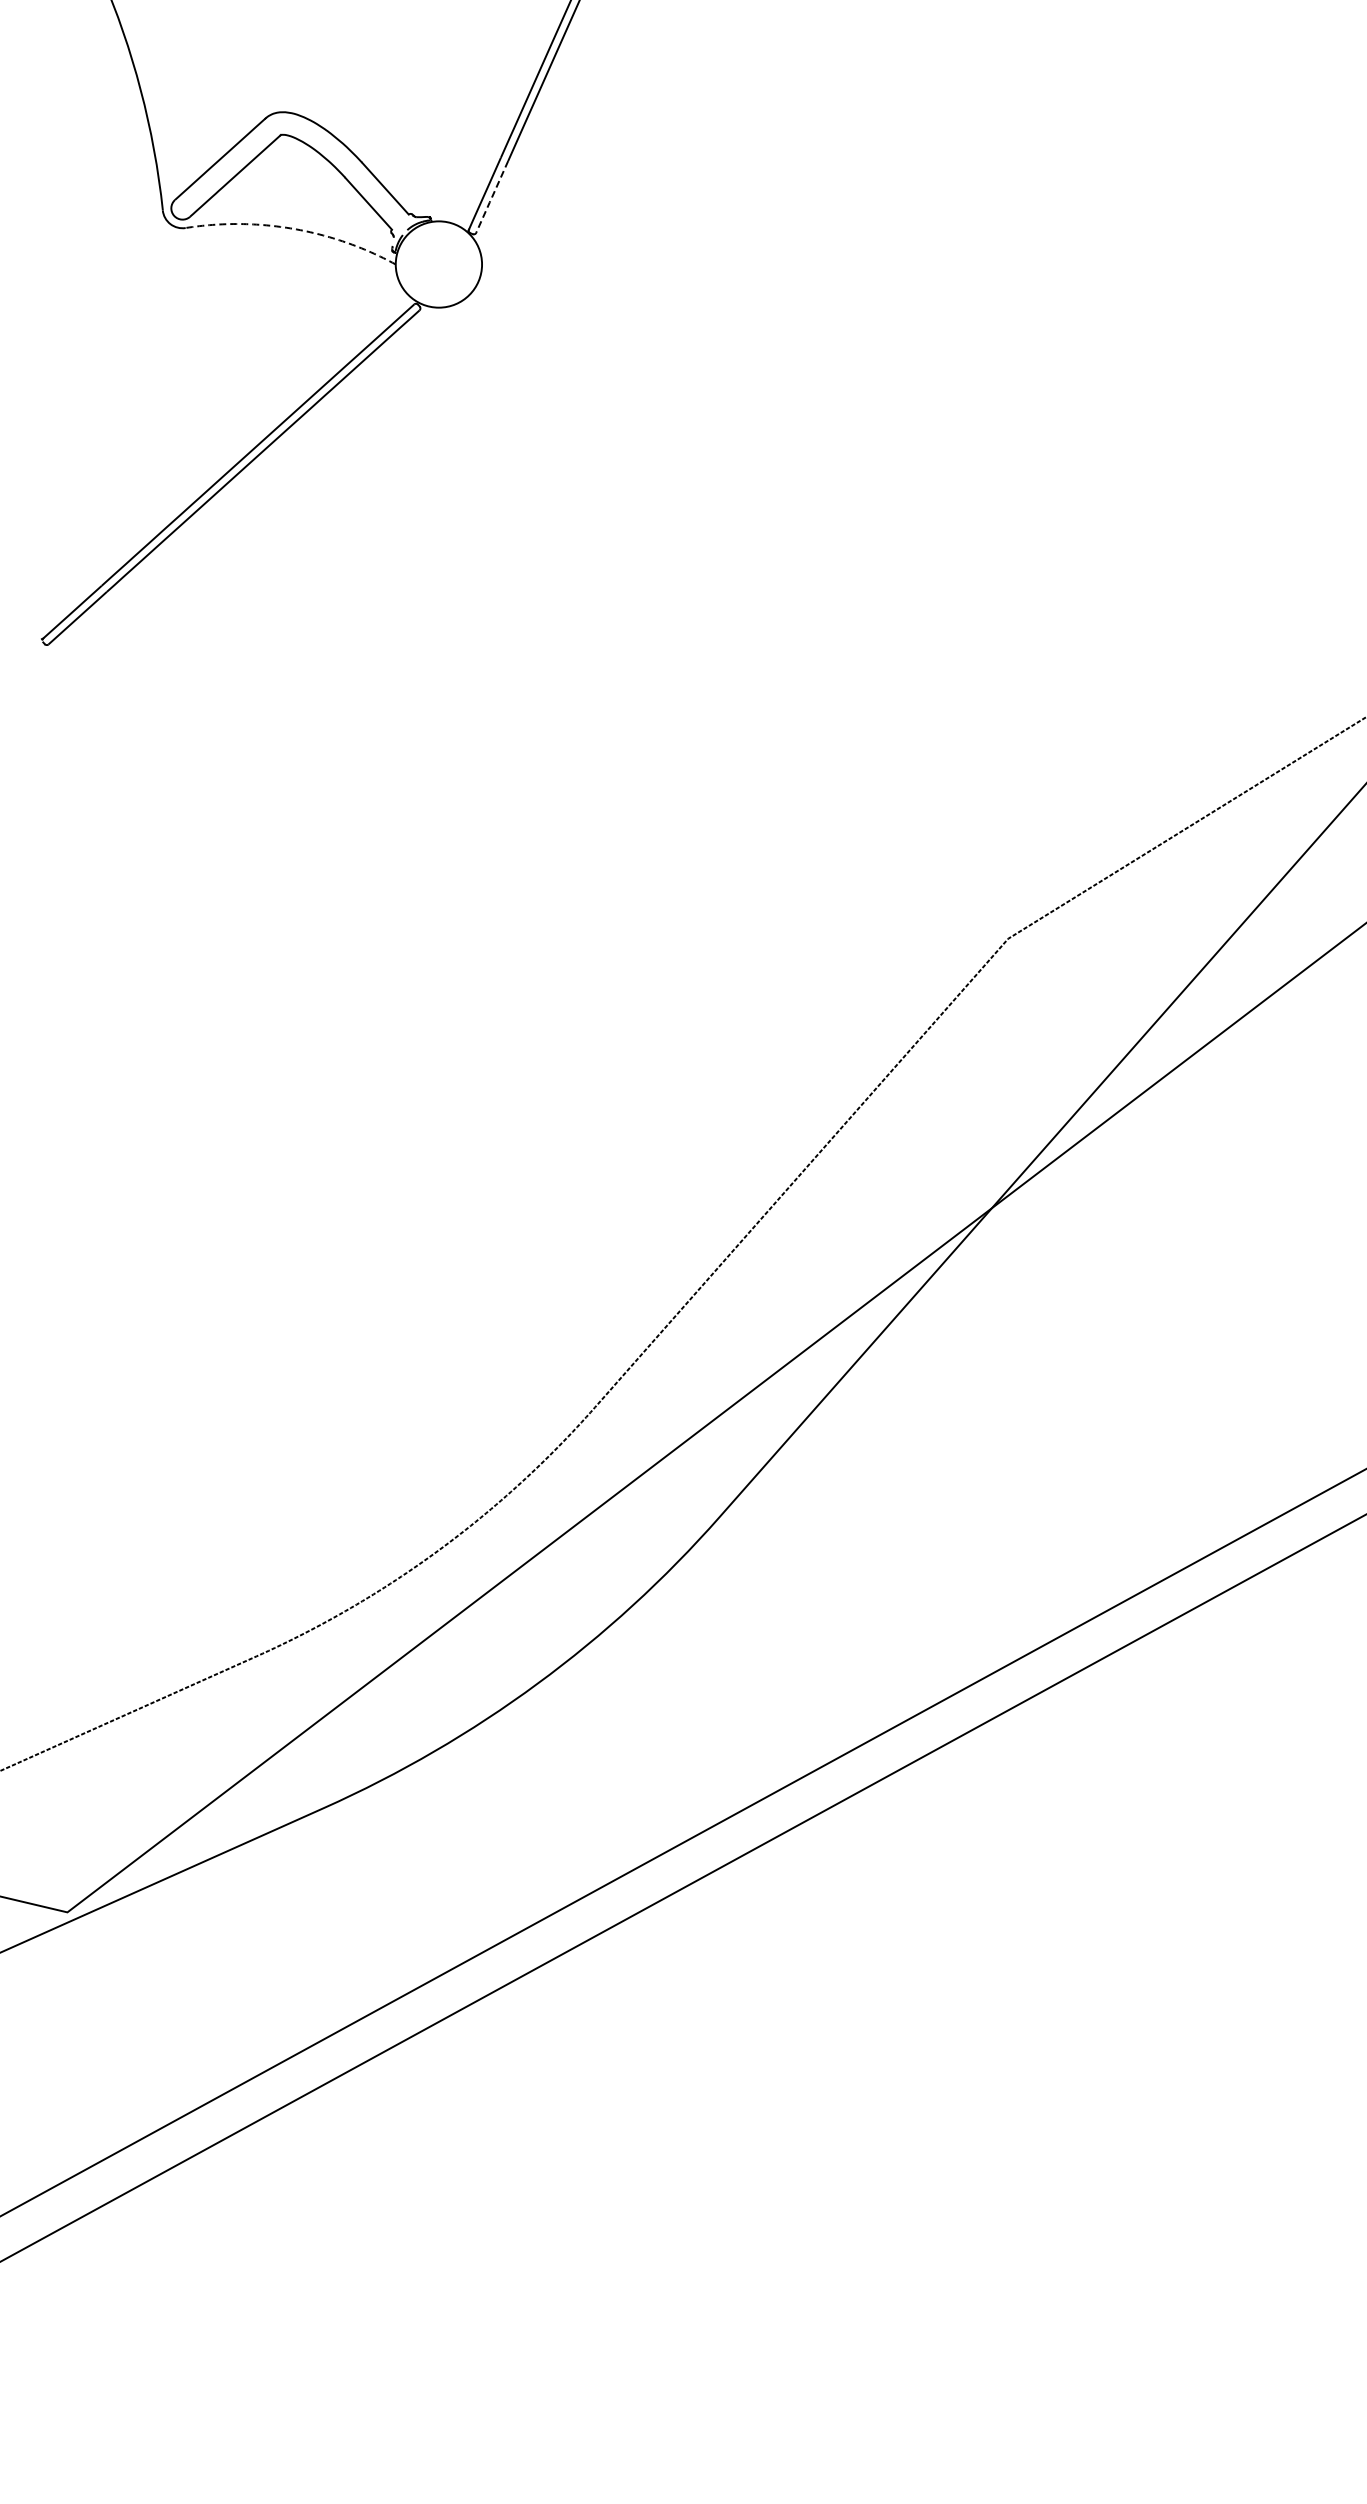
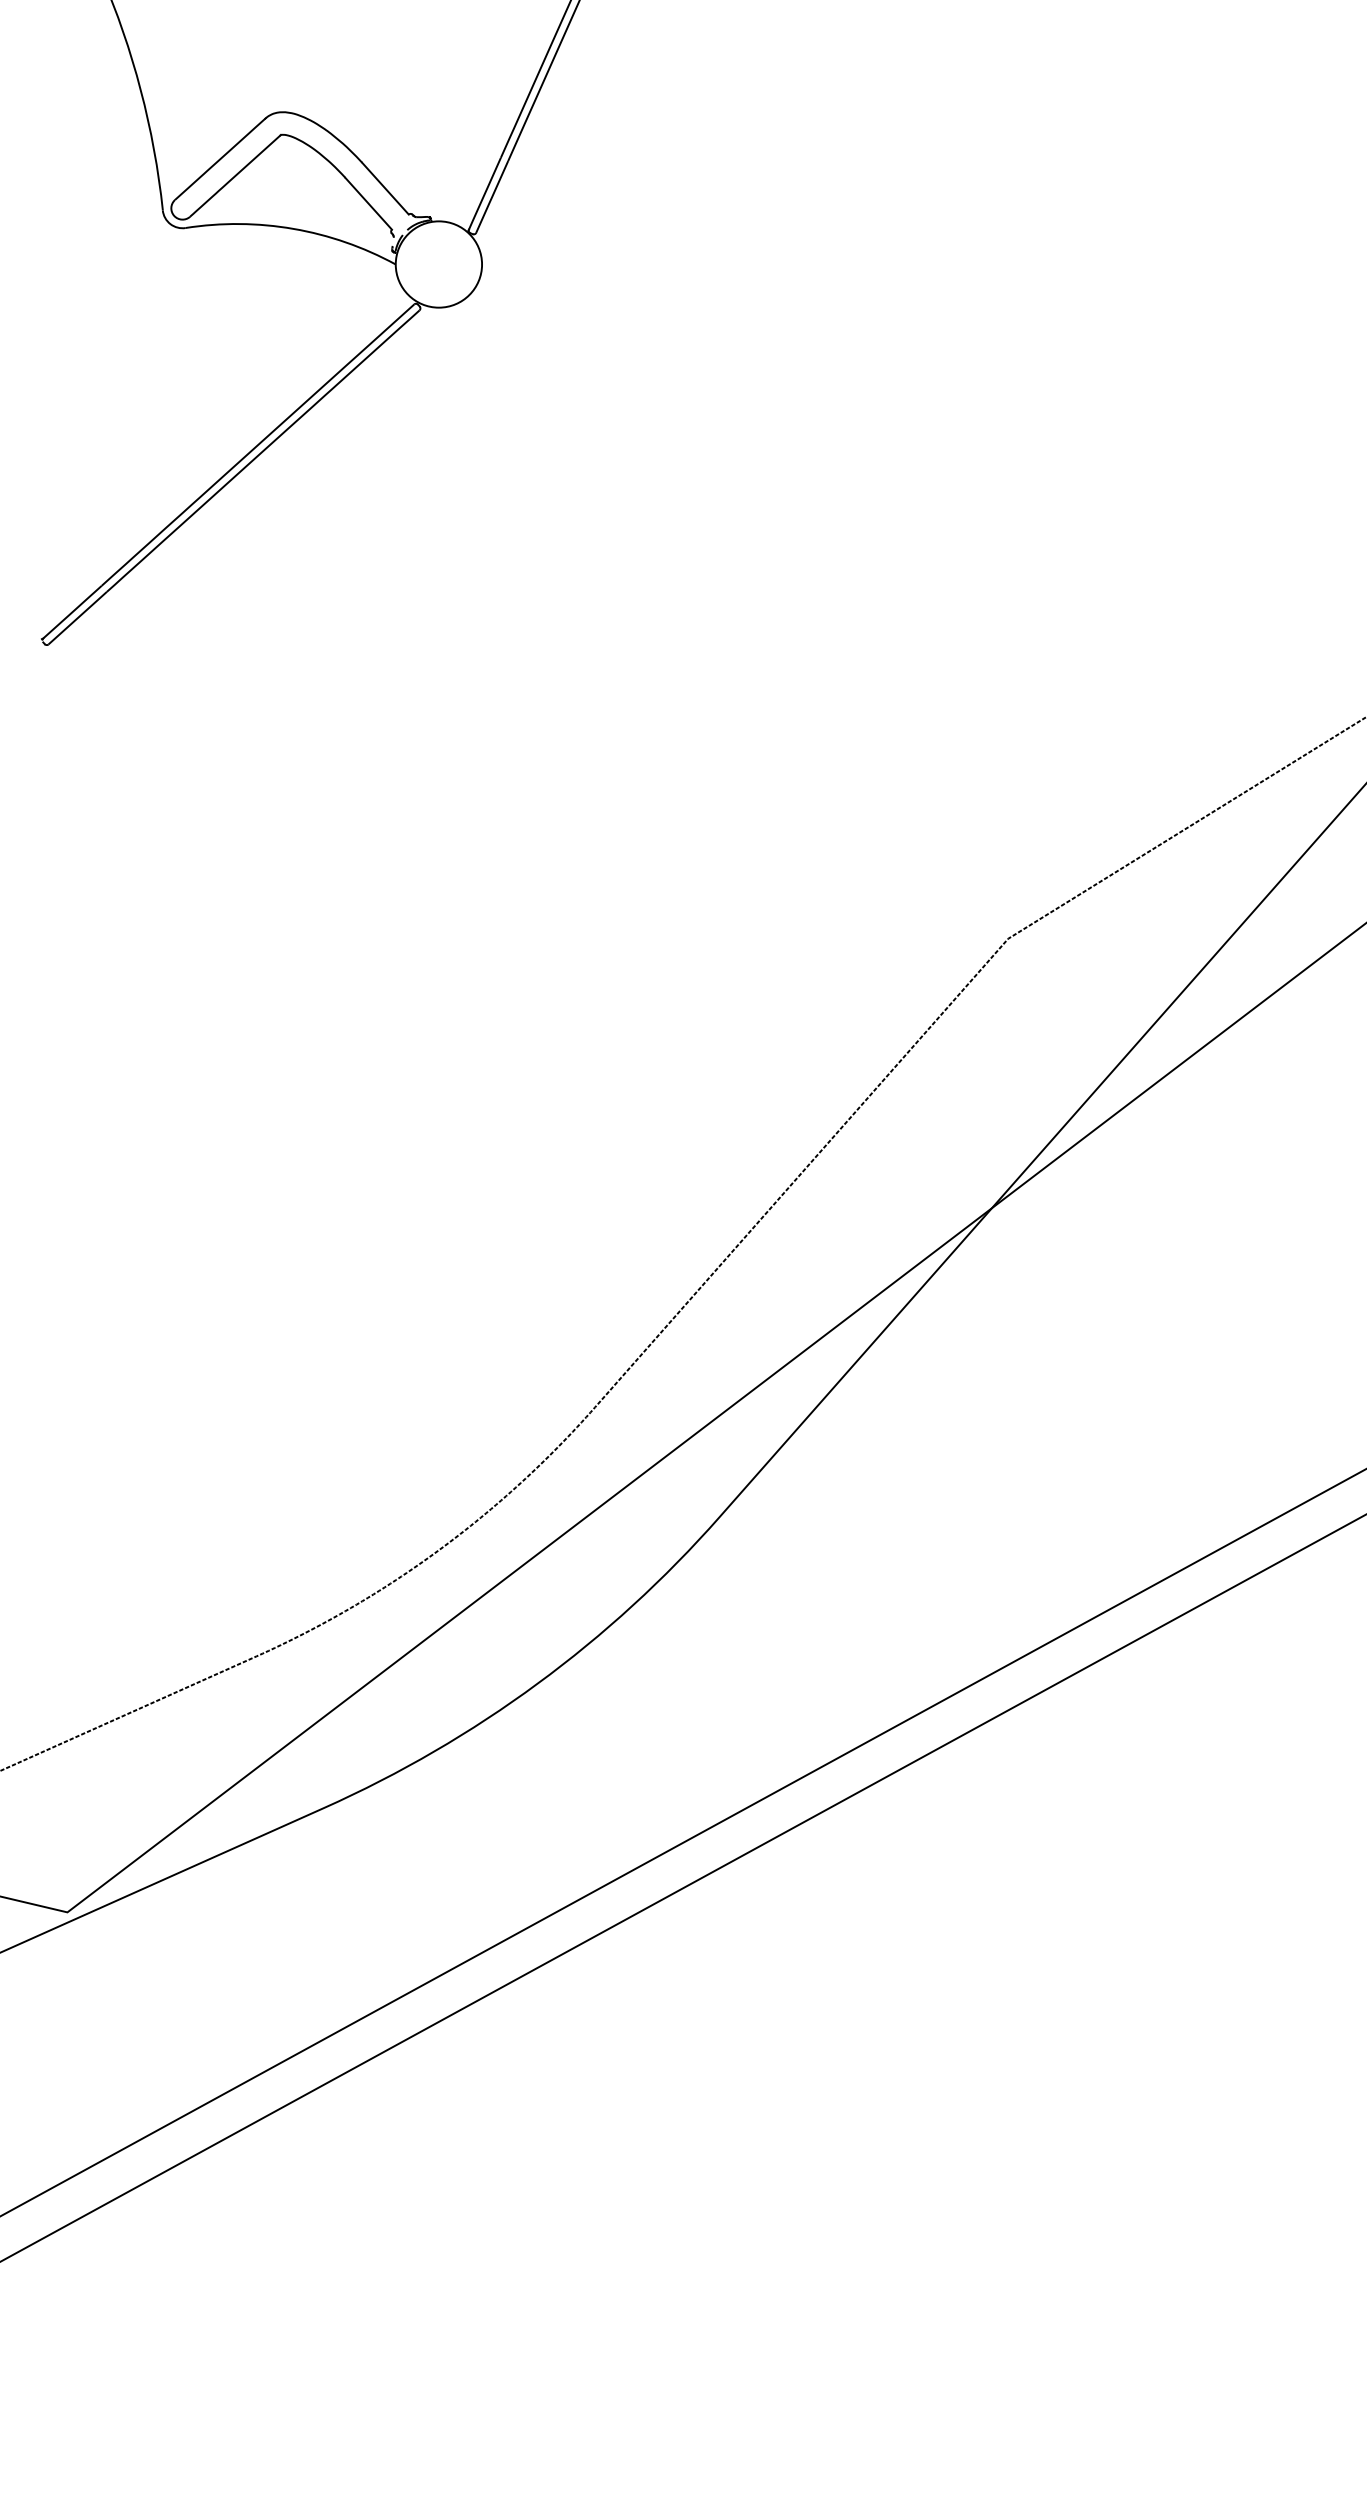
line at (492, 197): dashed -> solid
arc at (293, 228): dashed -> solid
